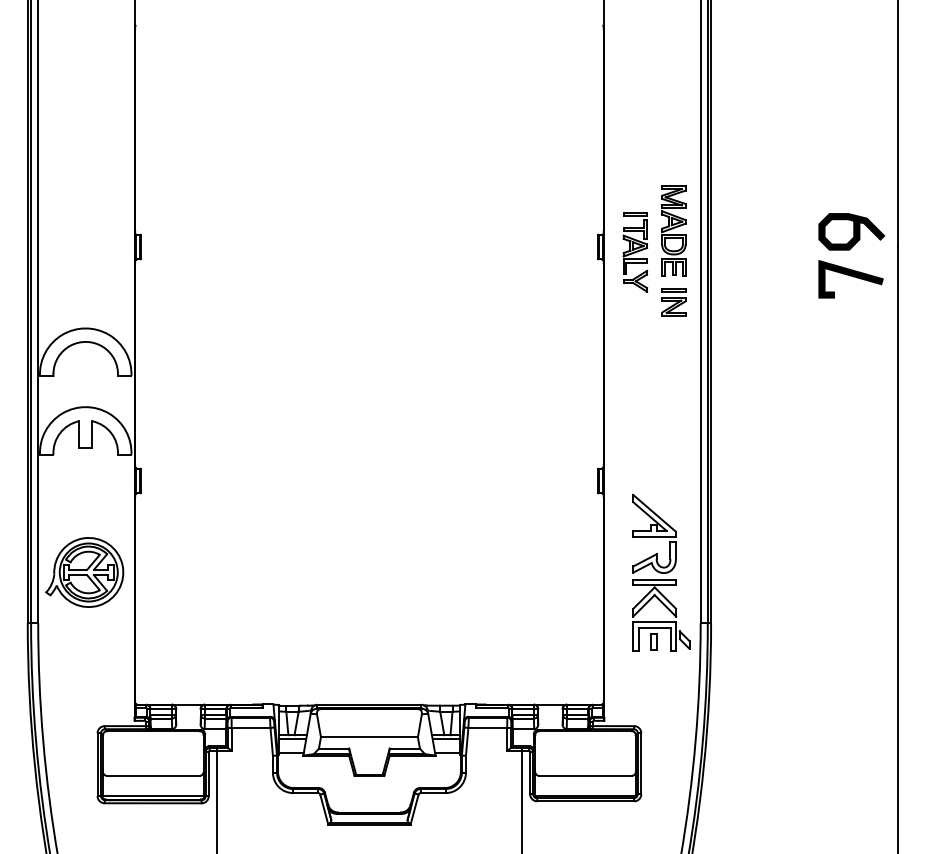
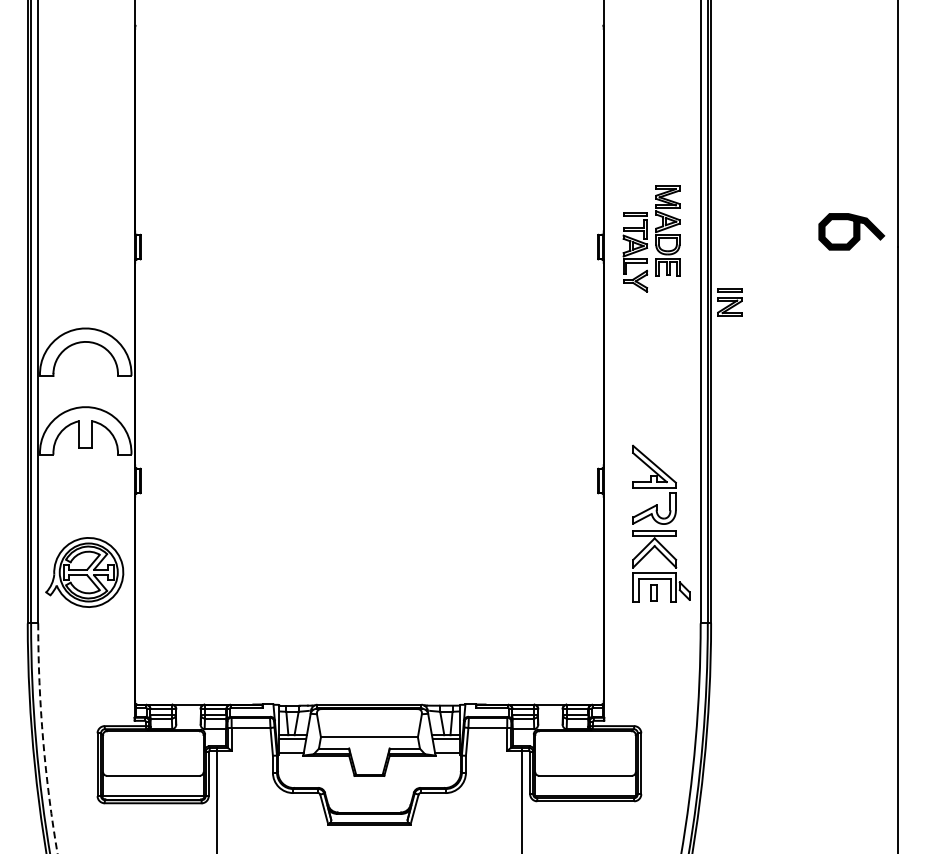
part at (673, 230) position: (673, 230) -> (667, 230)
line at (850, 276): present -> none
part at (673, 302) position: (673, 302) -> (729, 302)
part at (661, 572) position: (661, 572) -> (661, 523)
arc at (43, 739): solid -> dashed
